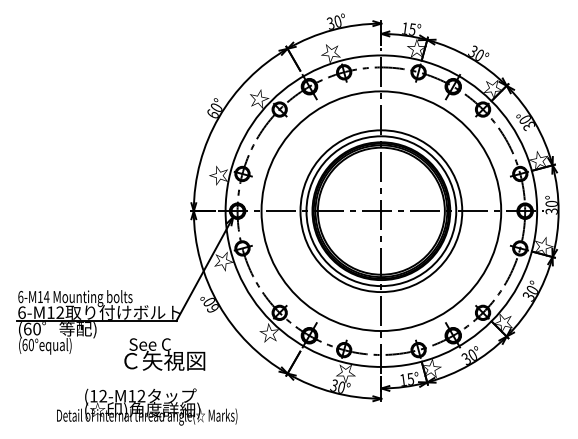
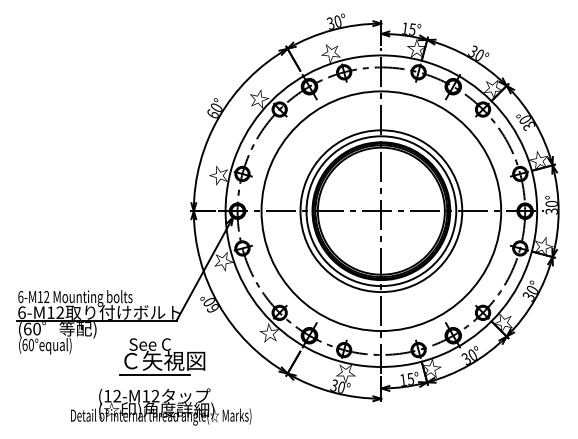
text at (46, 296): 6-M14 -> 6-M12
line at (155, 374): none -> present
text at (147, 406) position: (147, 406) -> (161, 406)
